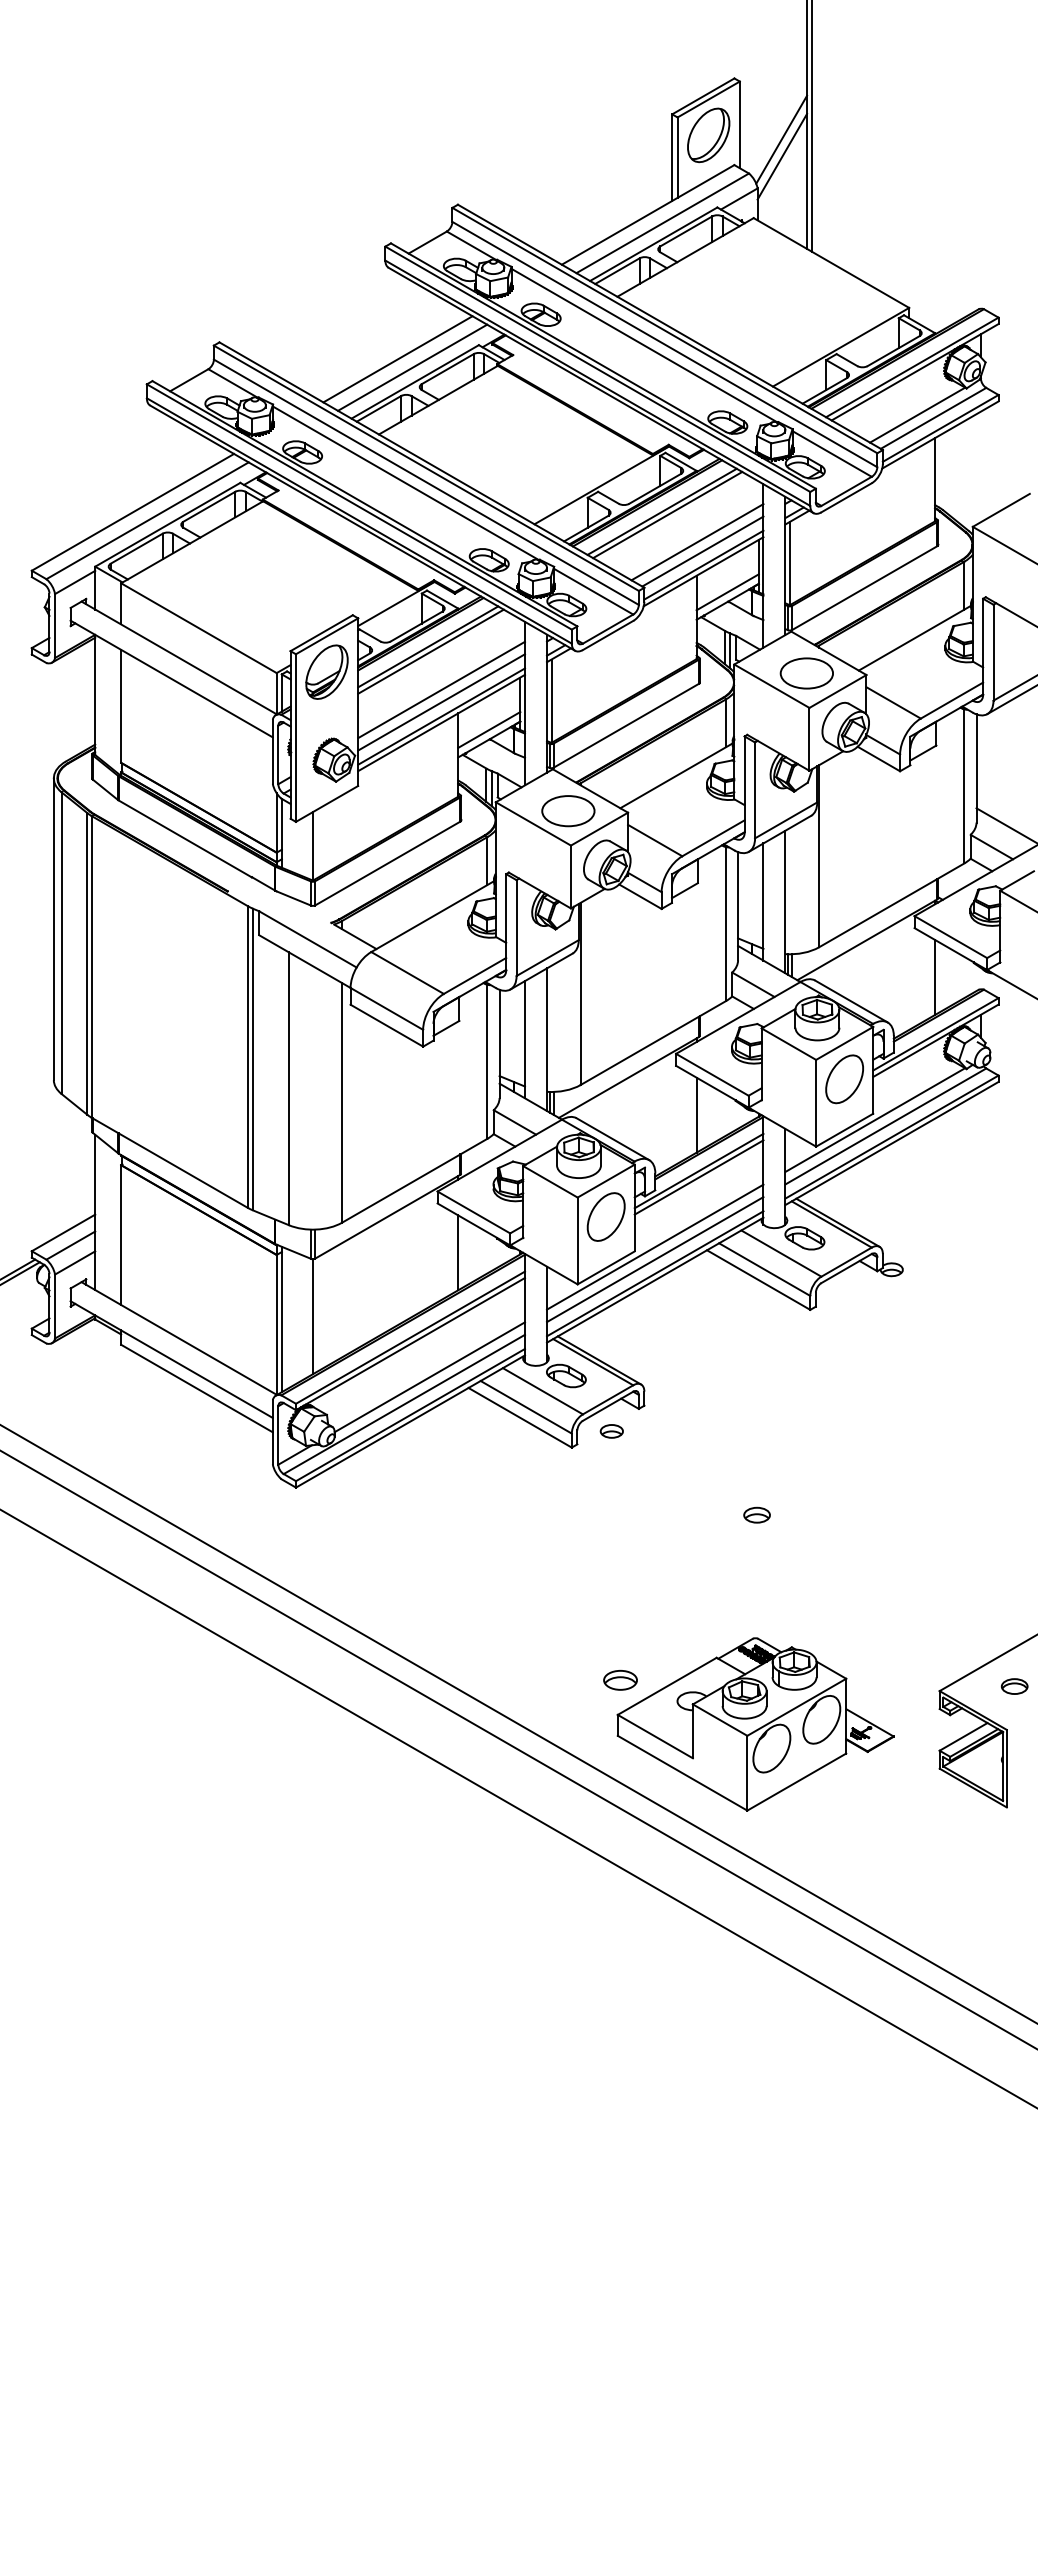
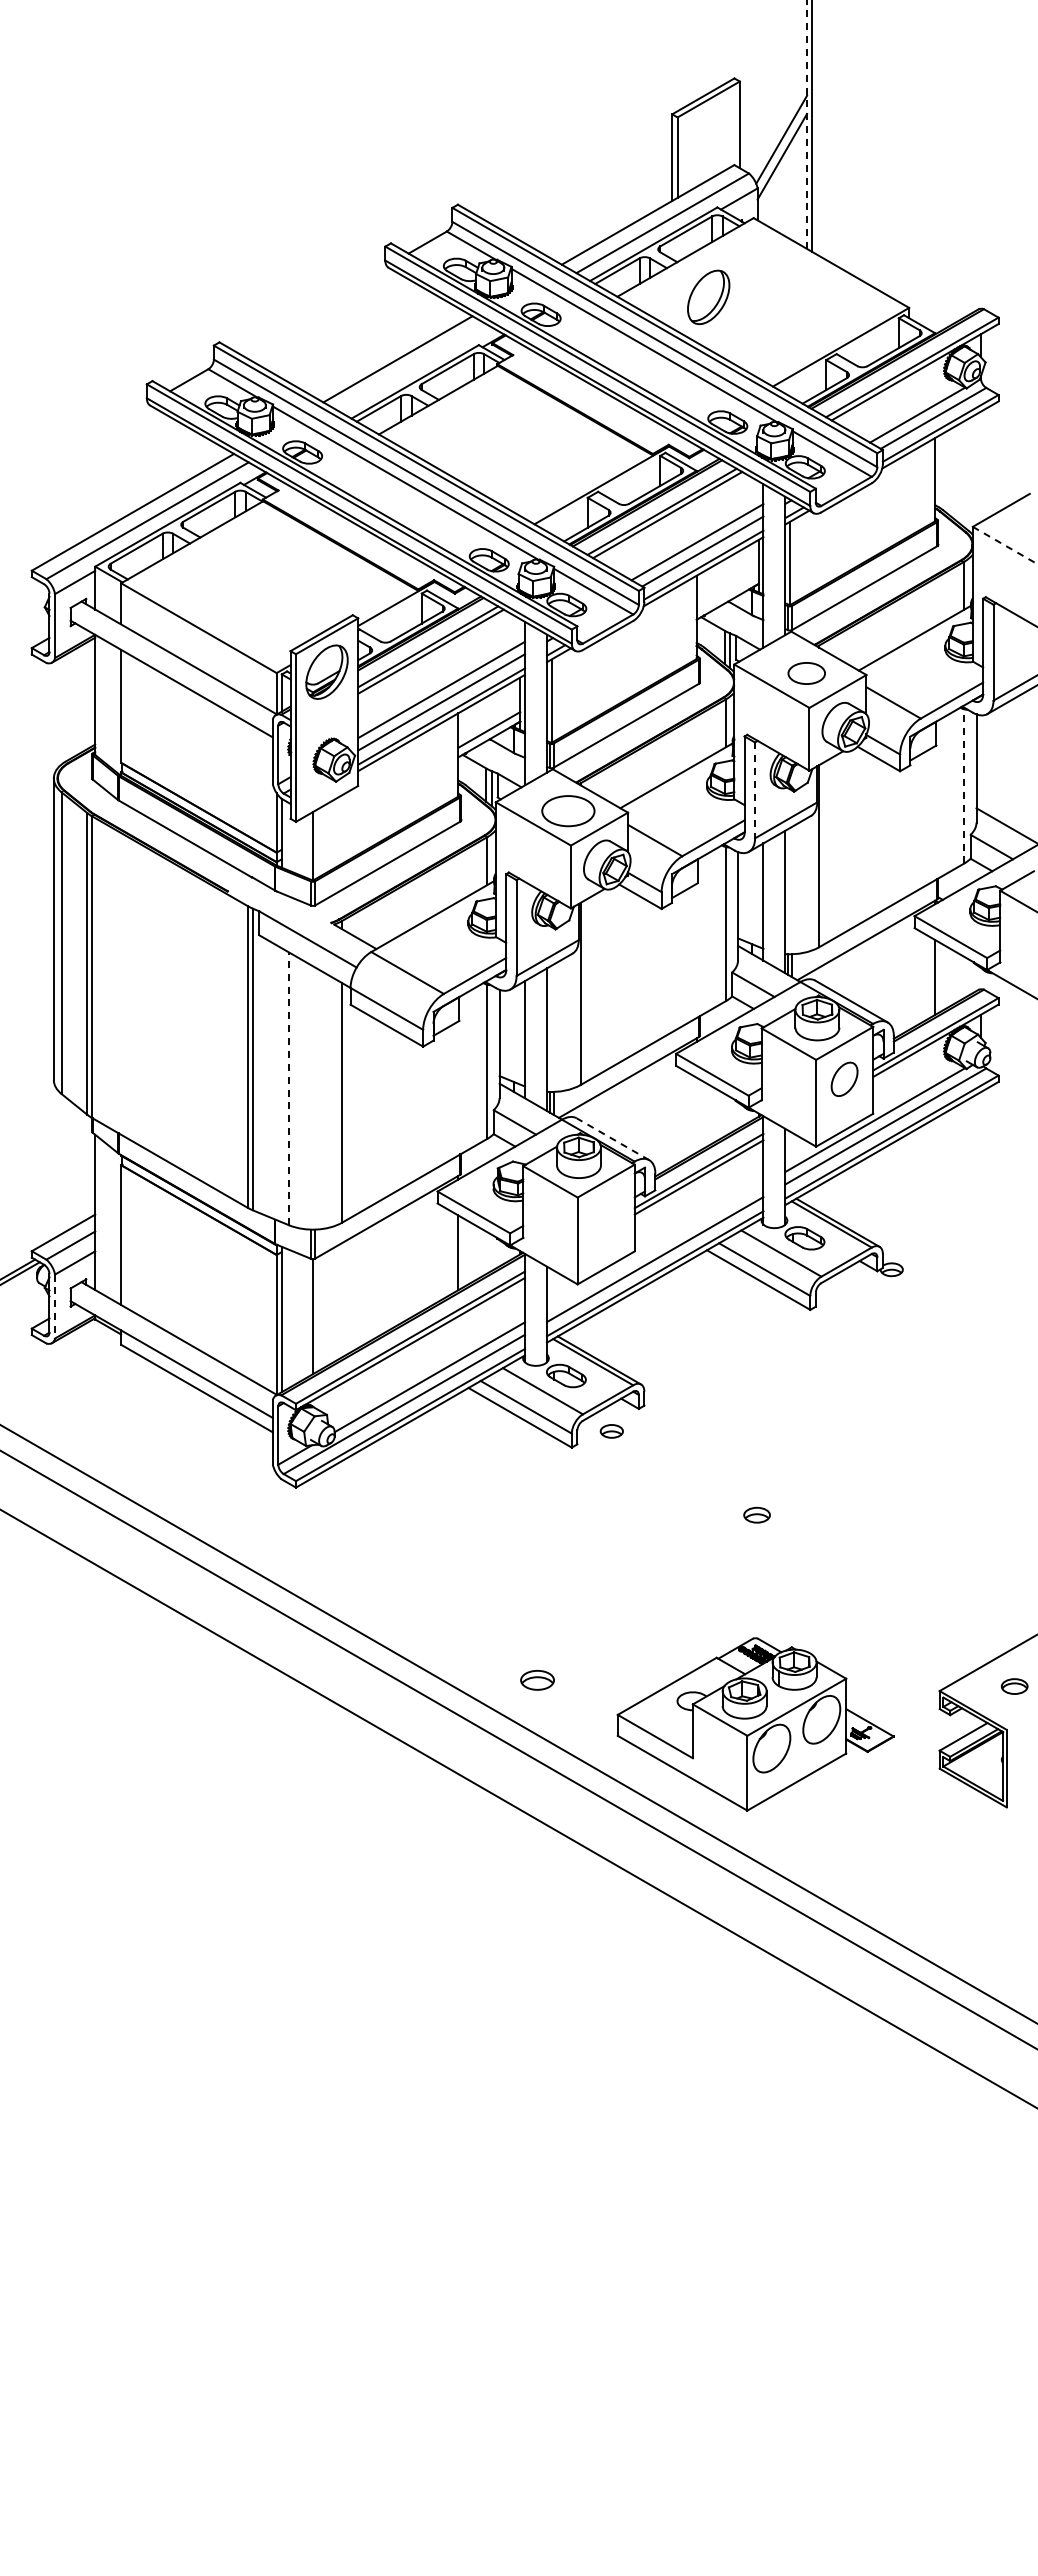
line at (807, 124): solid -> dashed
part at (708, 135) position: (708, 135) -> (708, 297)
line at (412, 367): present -> none
line at (1005, 545): solid -> dashed
line at (727, 592): present -> none
part at (806, 673) size: 55x33 px -> 39x23 px
line at (964, 786): solid -> dashed
line at (755, 790): solid -> dashed
part at (844, 1079) size: 39x51 px -> 29x36 px
line at (288, 1088): solid -> dashed
line at (696, 1114): present -> none
line at (612, 1139): solid -> dashed
part at (605, 1216): present -> none
line at (654, 1246): present -> none
line at (55, 1306): solid -> dashed
part at (620, 1680) position: (620, 1680) -> (537, 1680)
